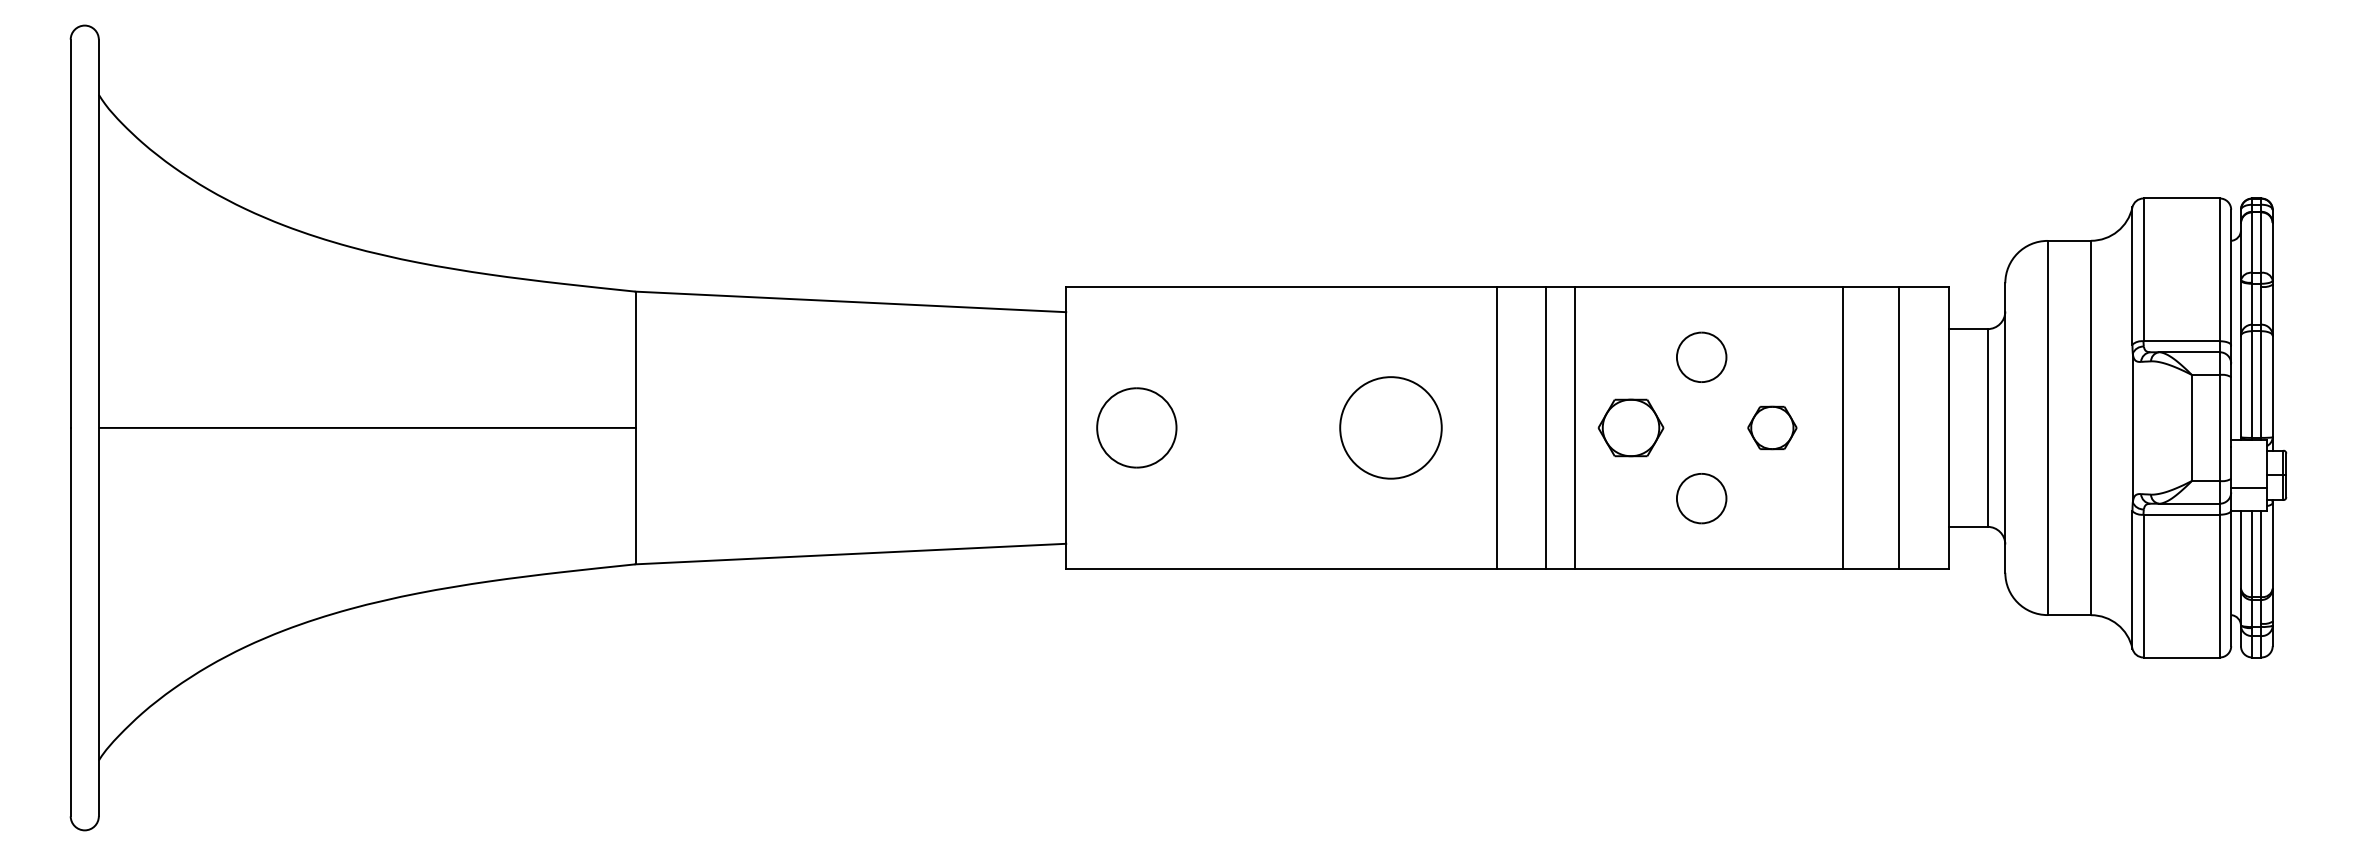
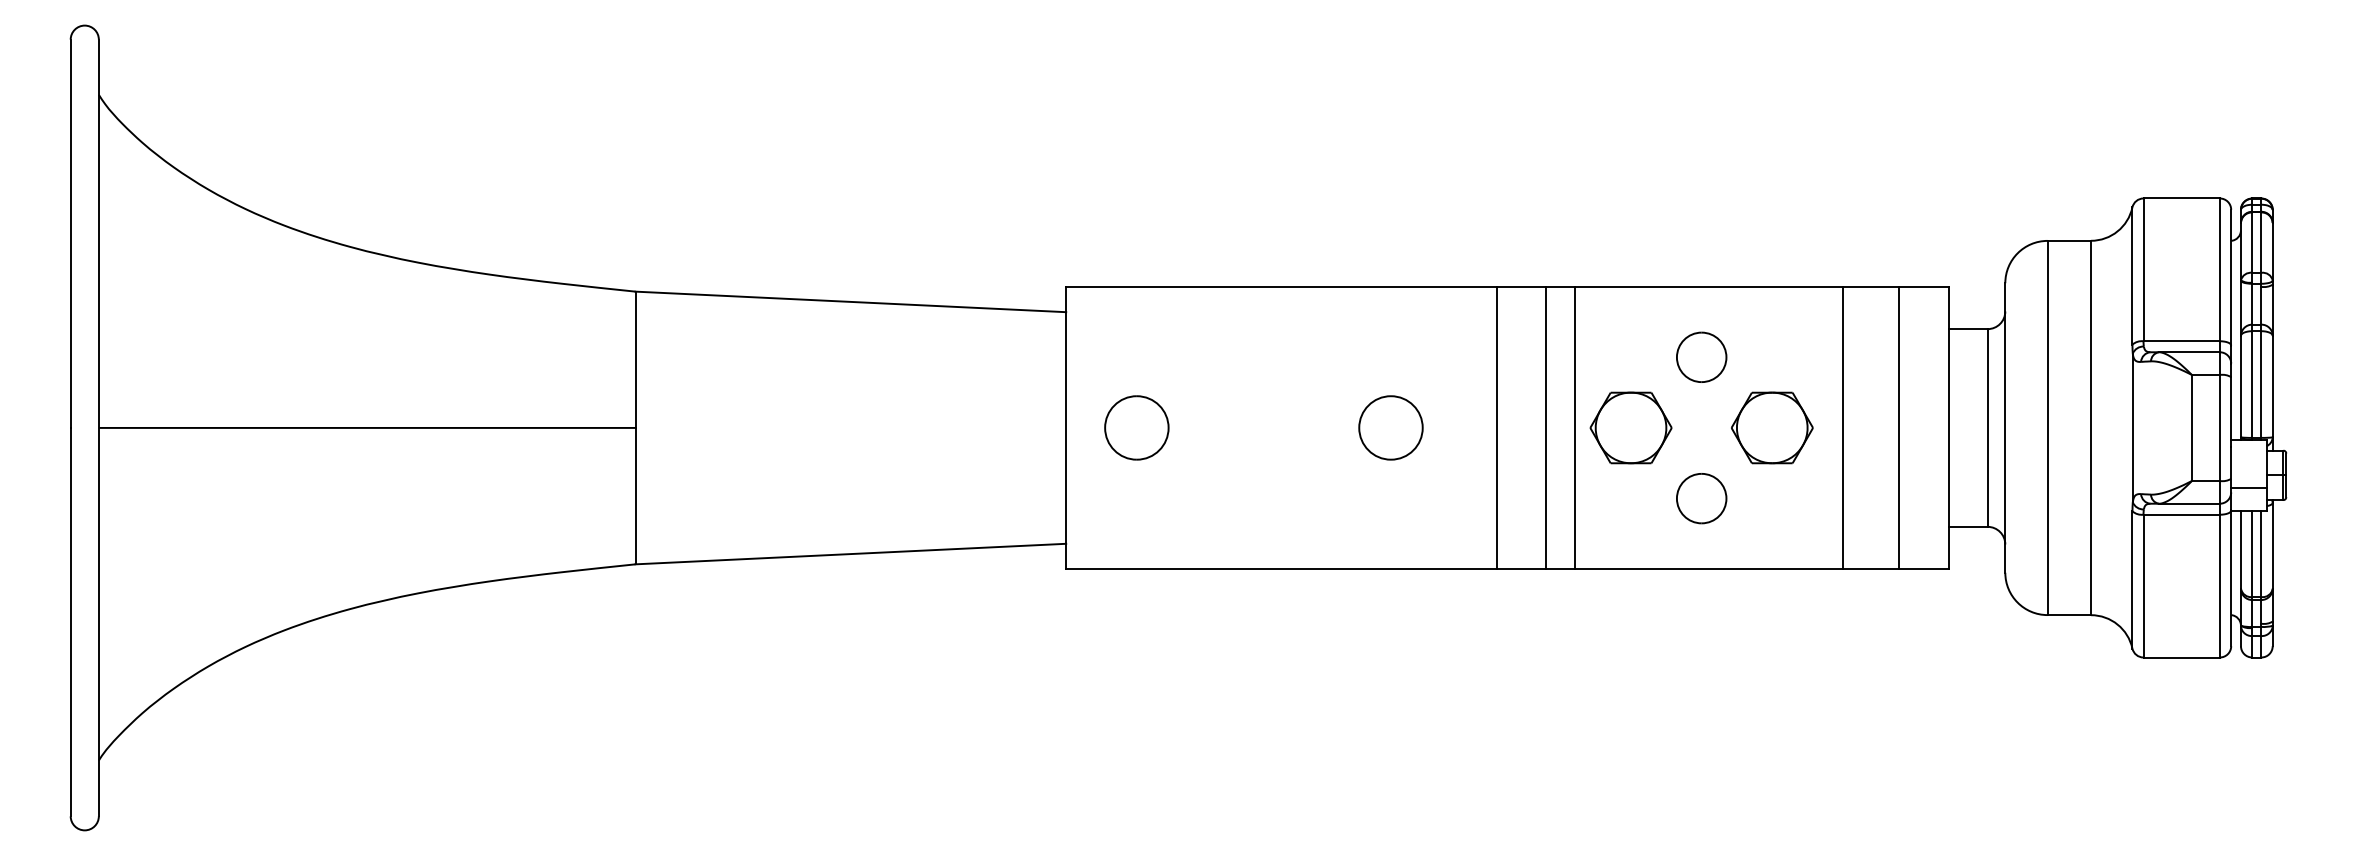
part at (1136, 427) size: 82x82 px -> 66x66 px
part at (1390, 427) size: 104x104 px -> 66x66 px
part at (1630, 427) size: 68x60 px -> 84x74 px
part at (1772, 427) size: 51x46 px -> 83x74 px
